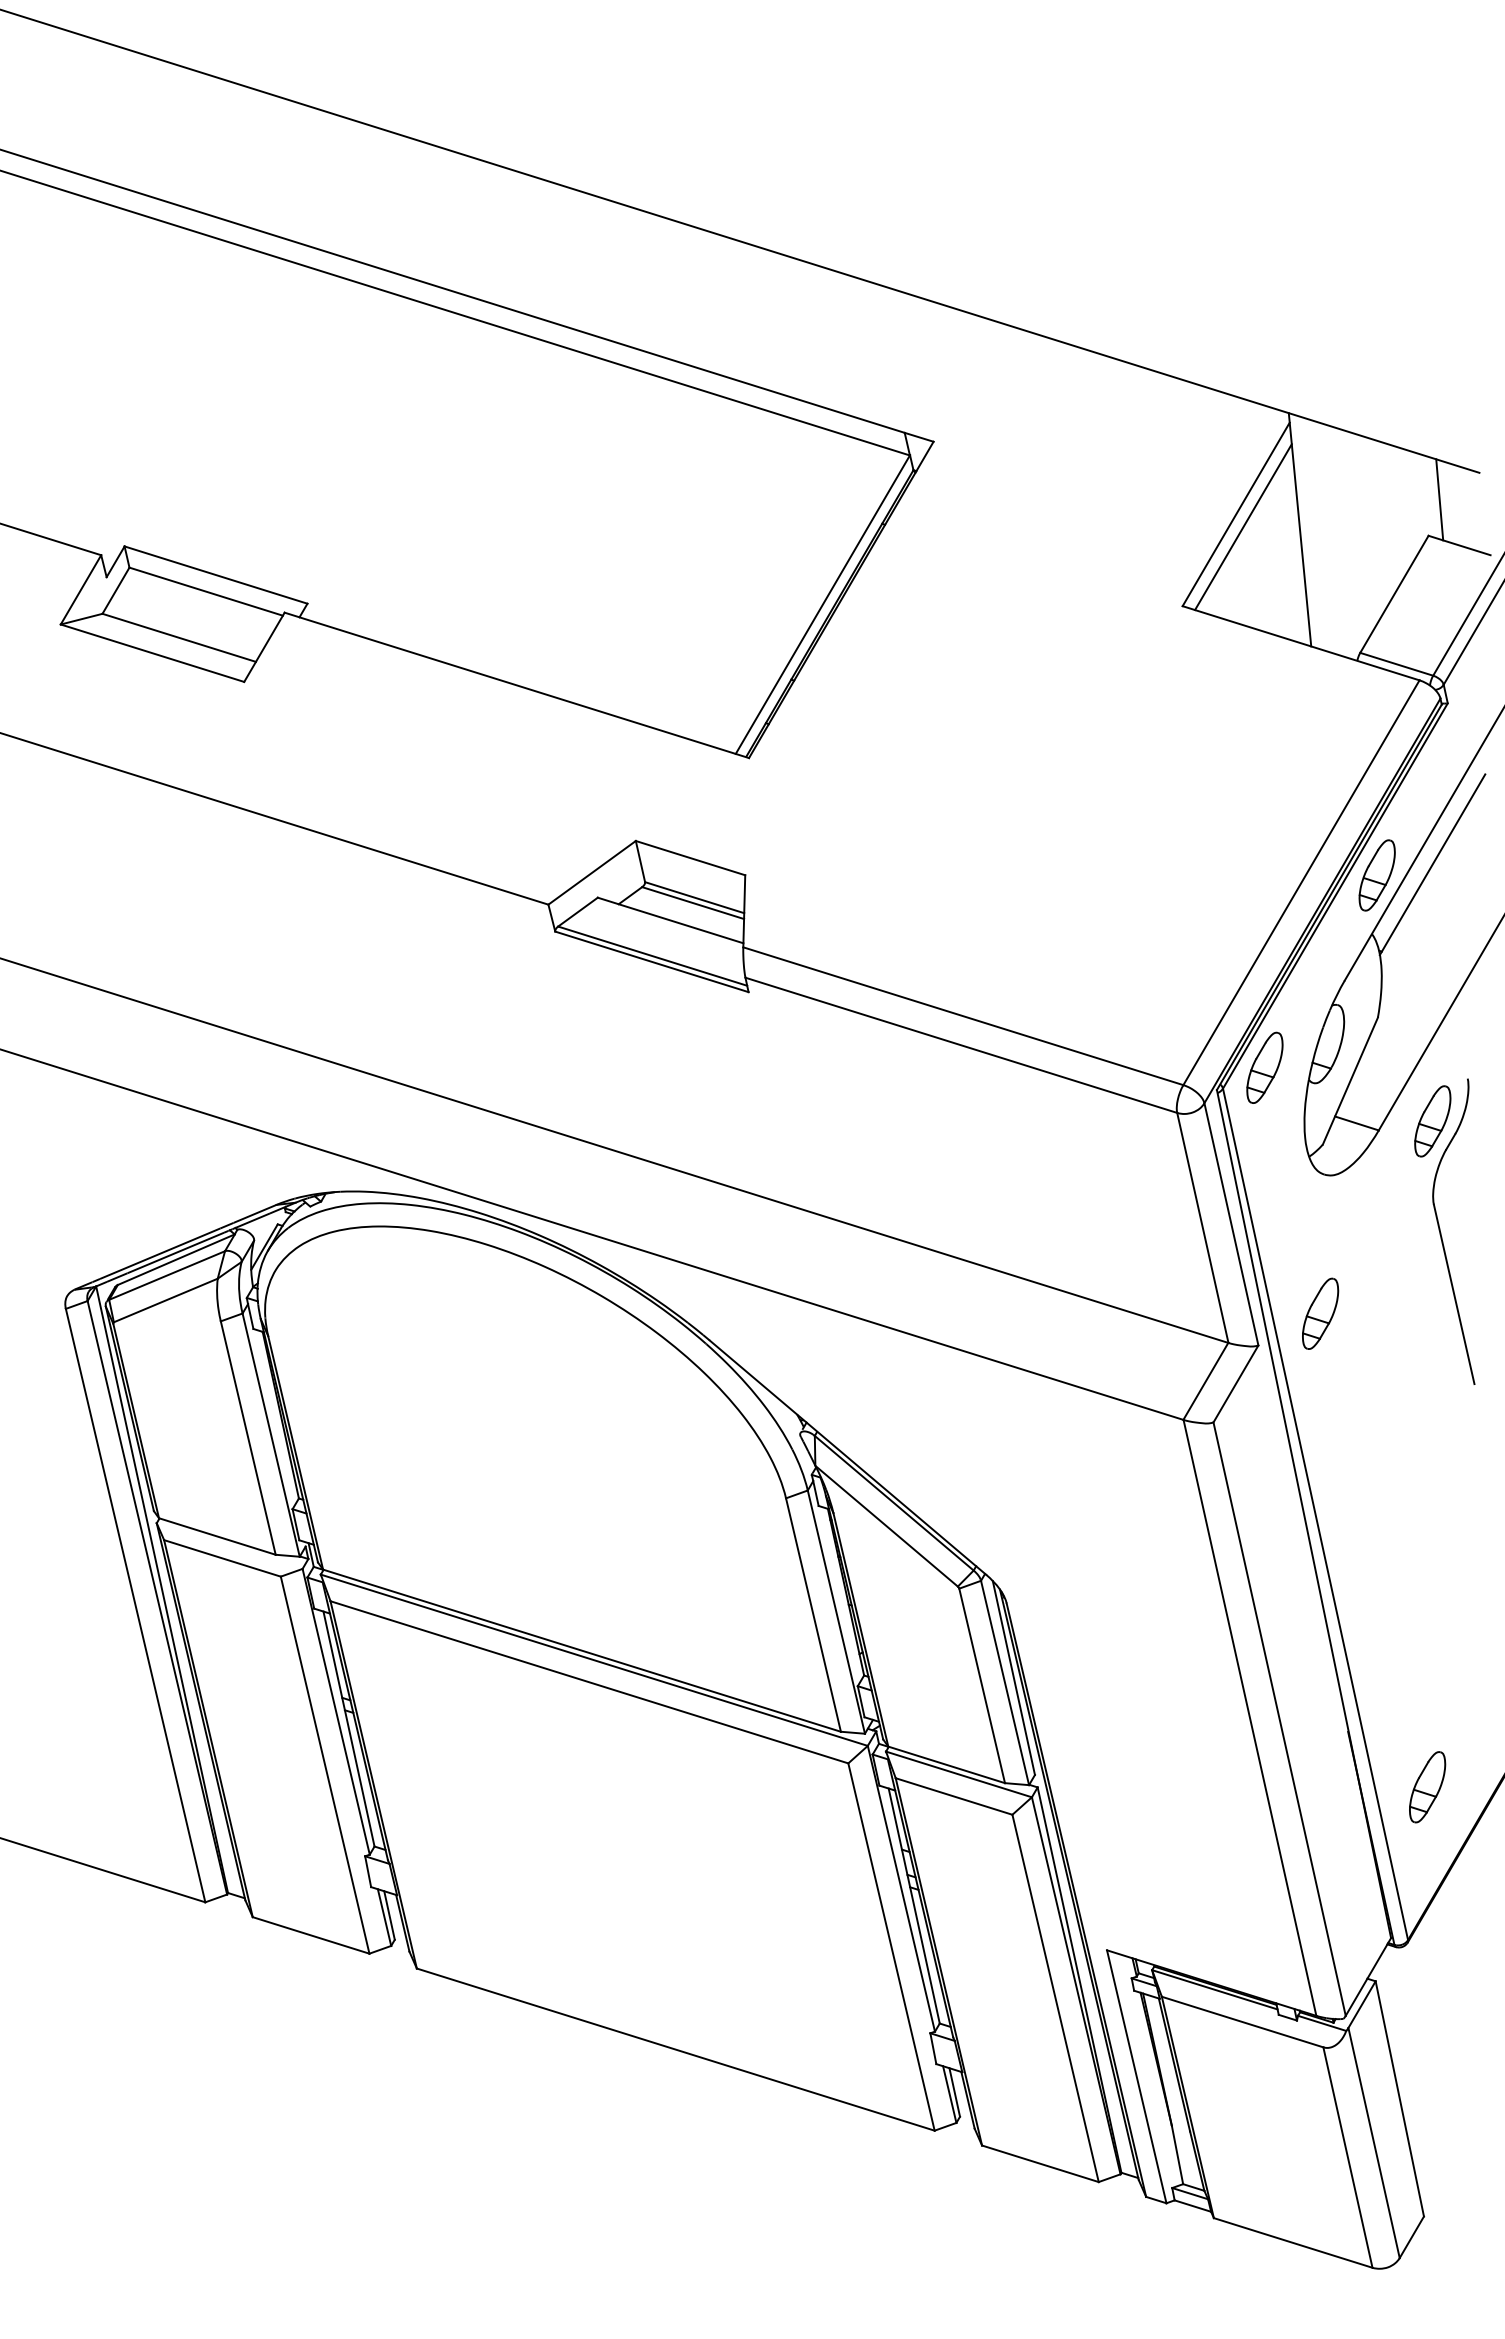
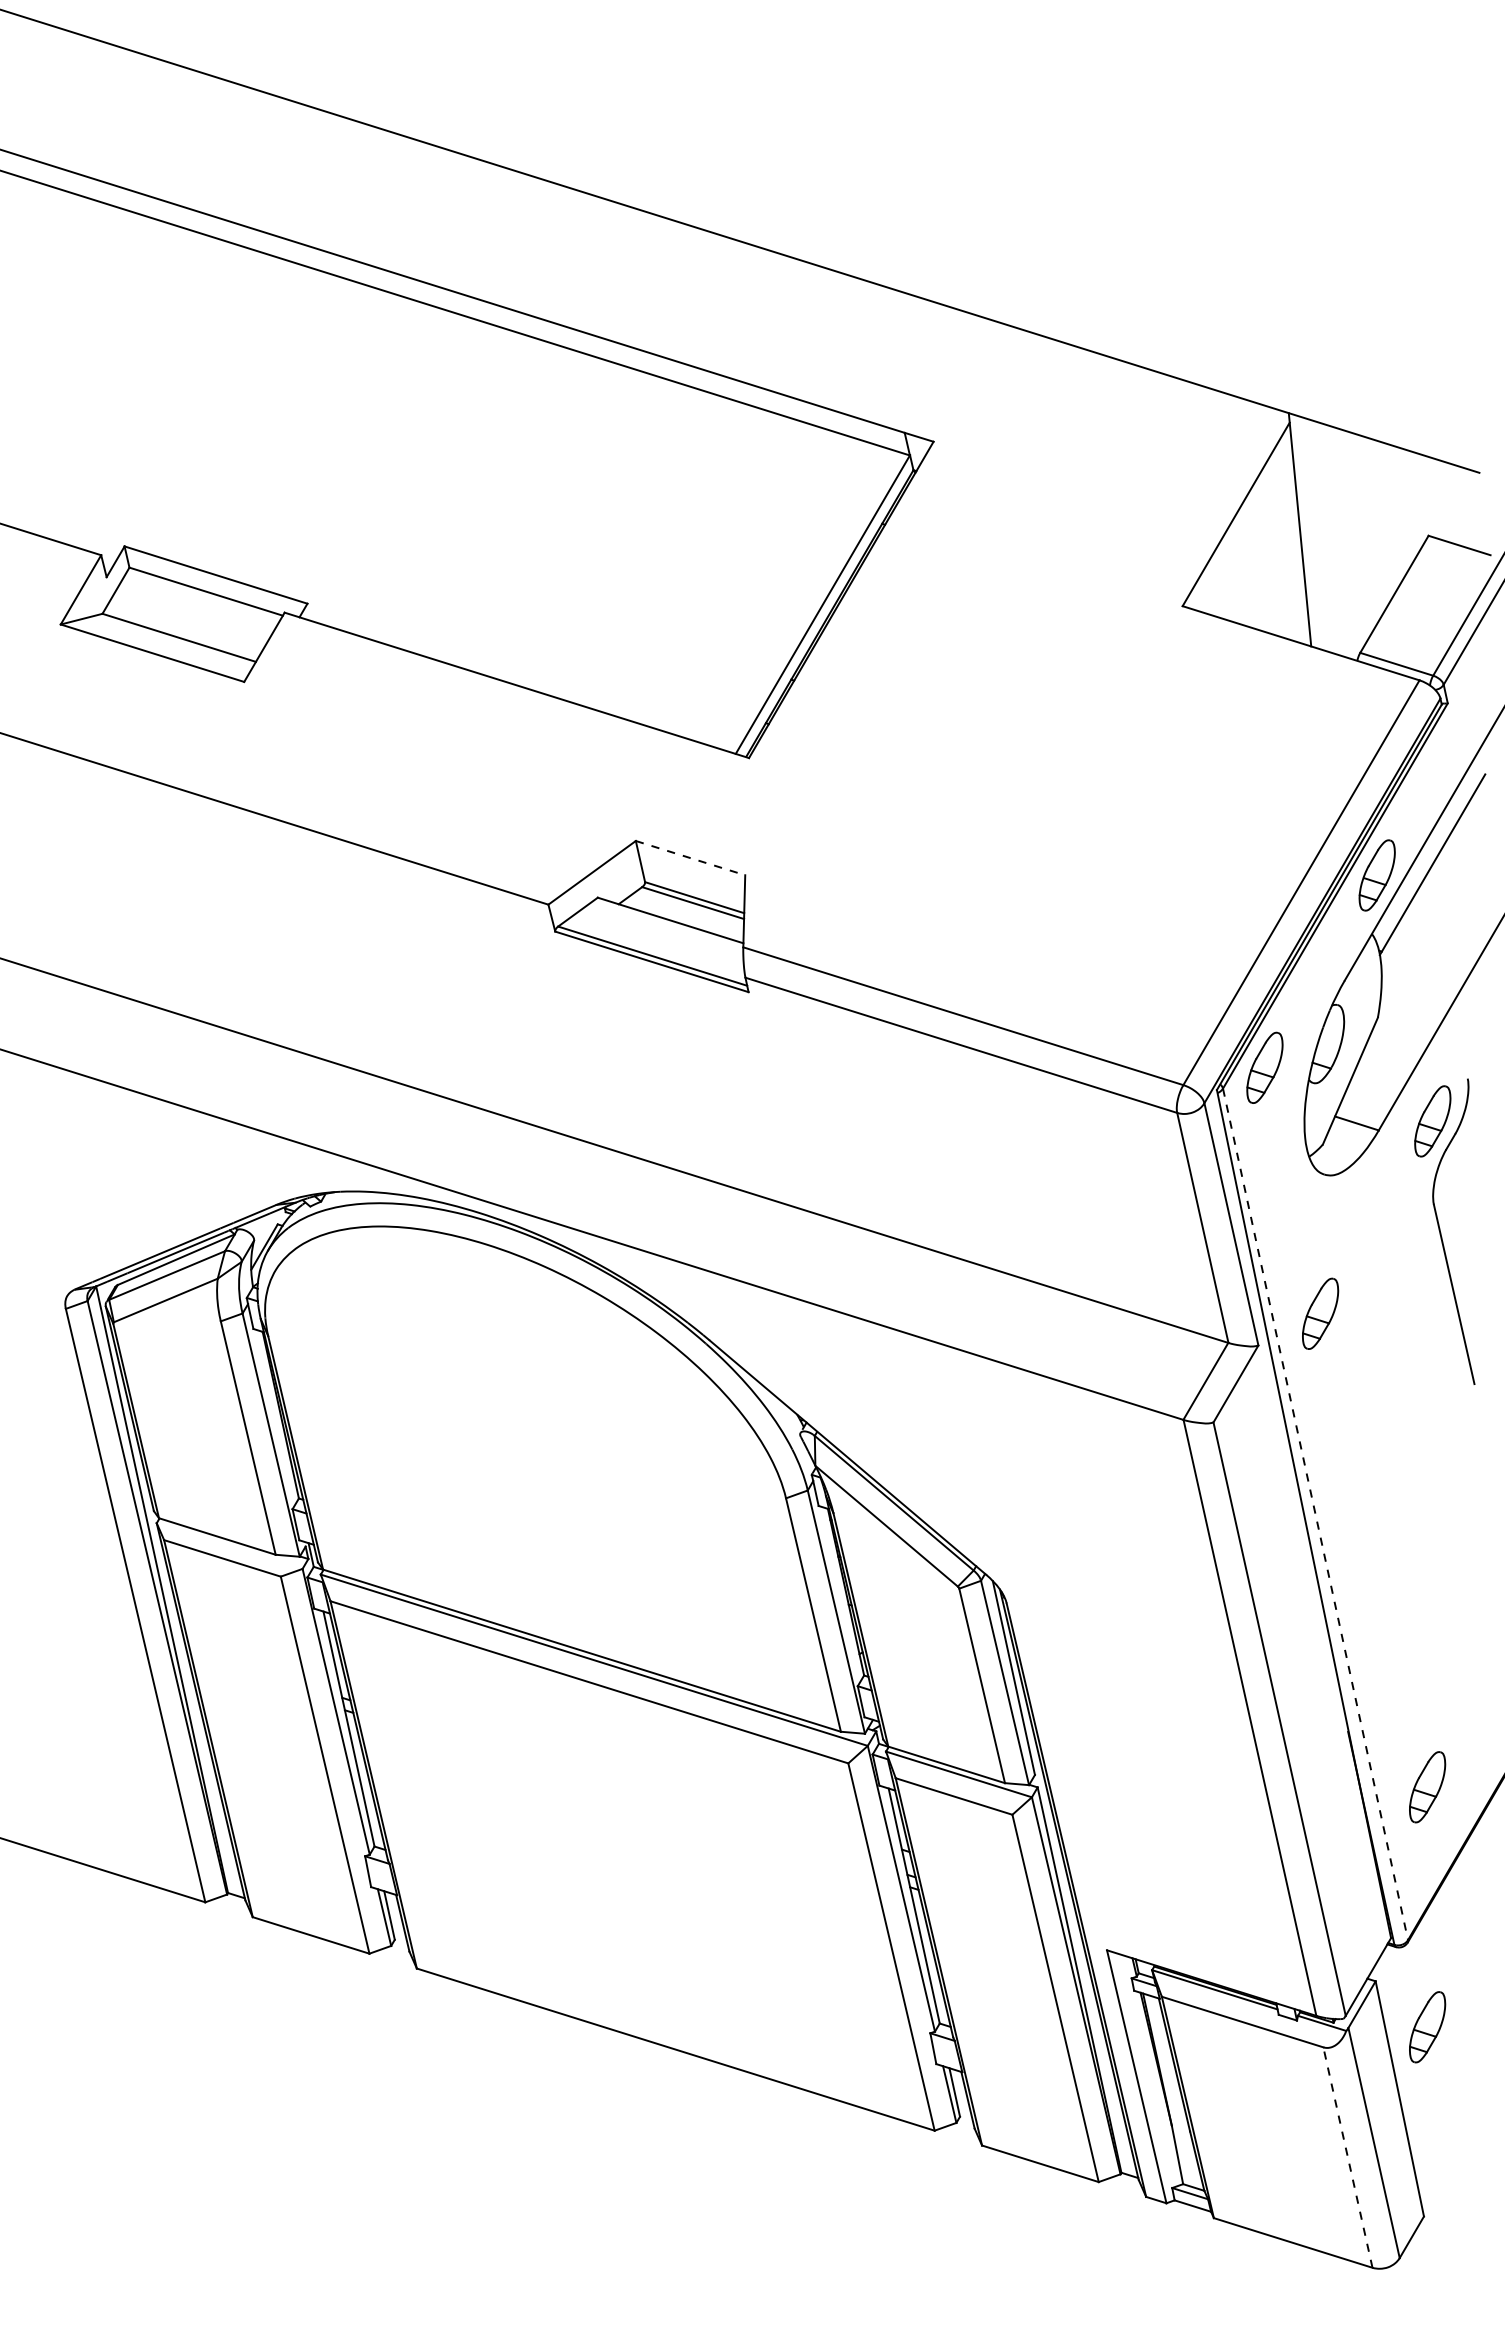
line at (1439, 499): present -> none
line at (1243, 527): present -> none
line at (691, 858): solid -> dashed
line at (1315, 1514): solid -> dashed
part at (1427, 2027): none -> present
line at (1347, 2157): solid -> dashed
